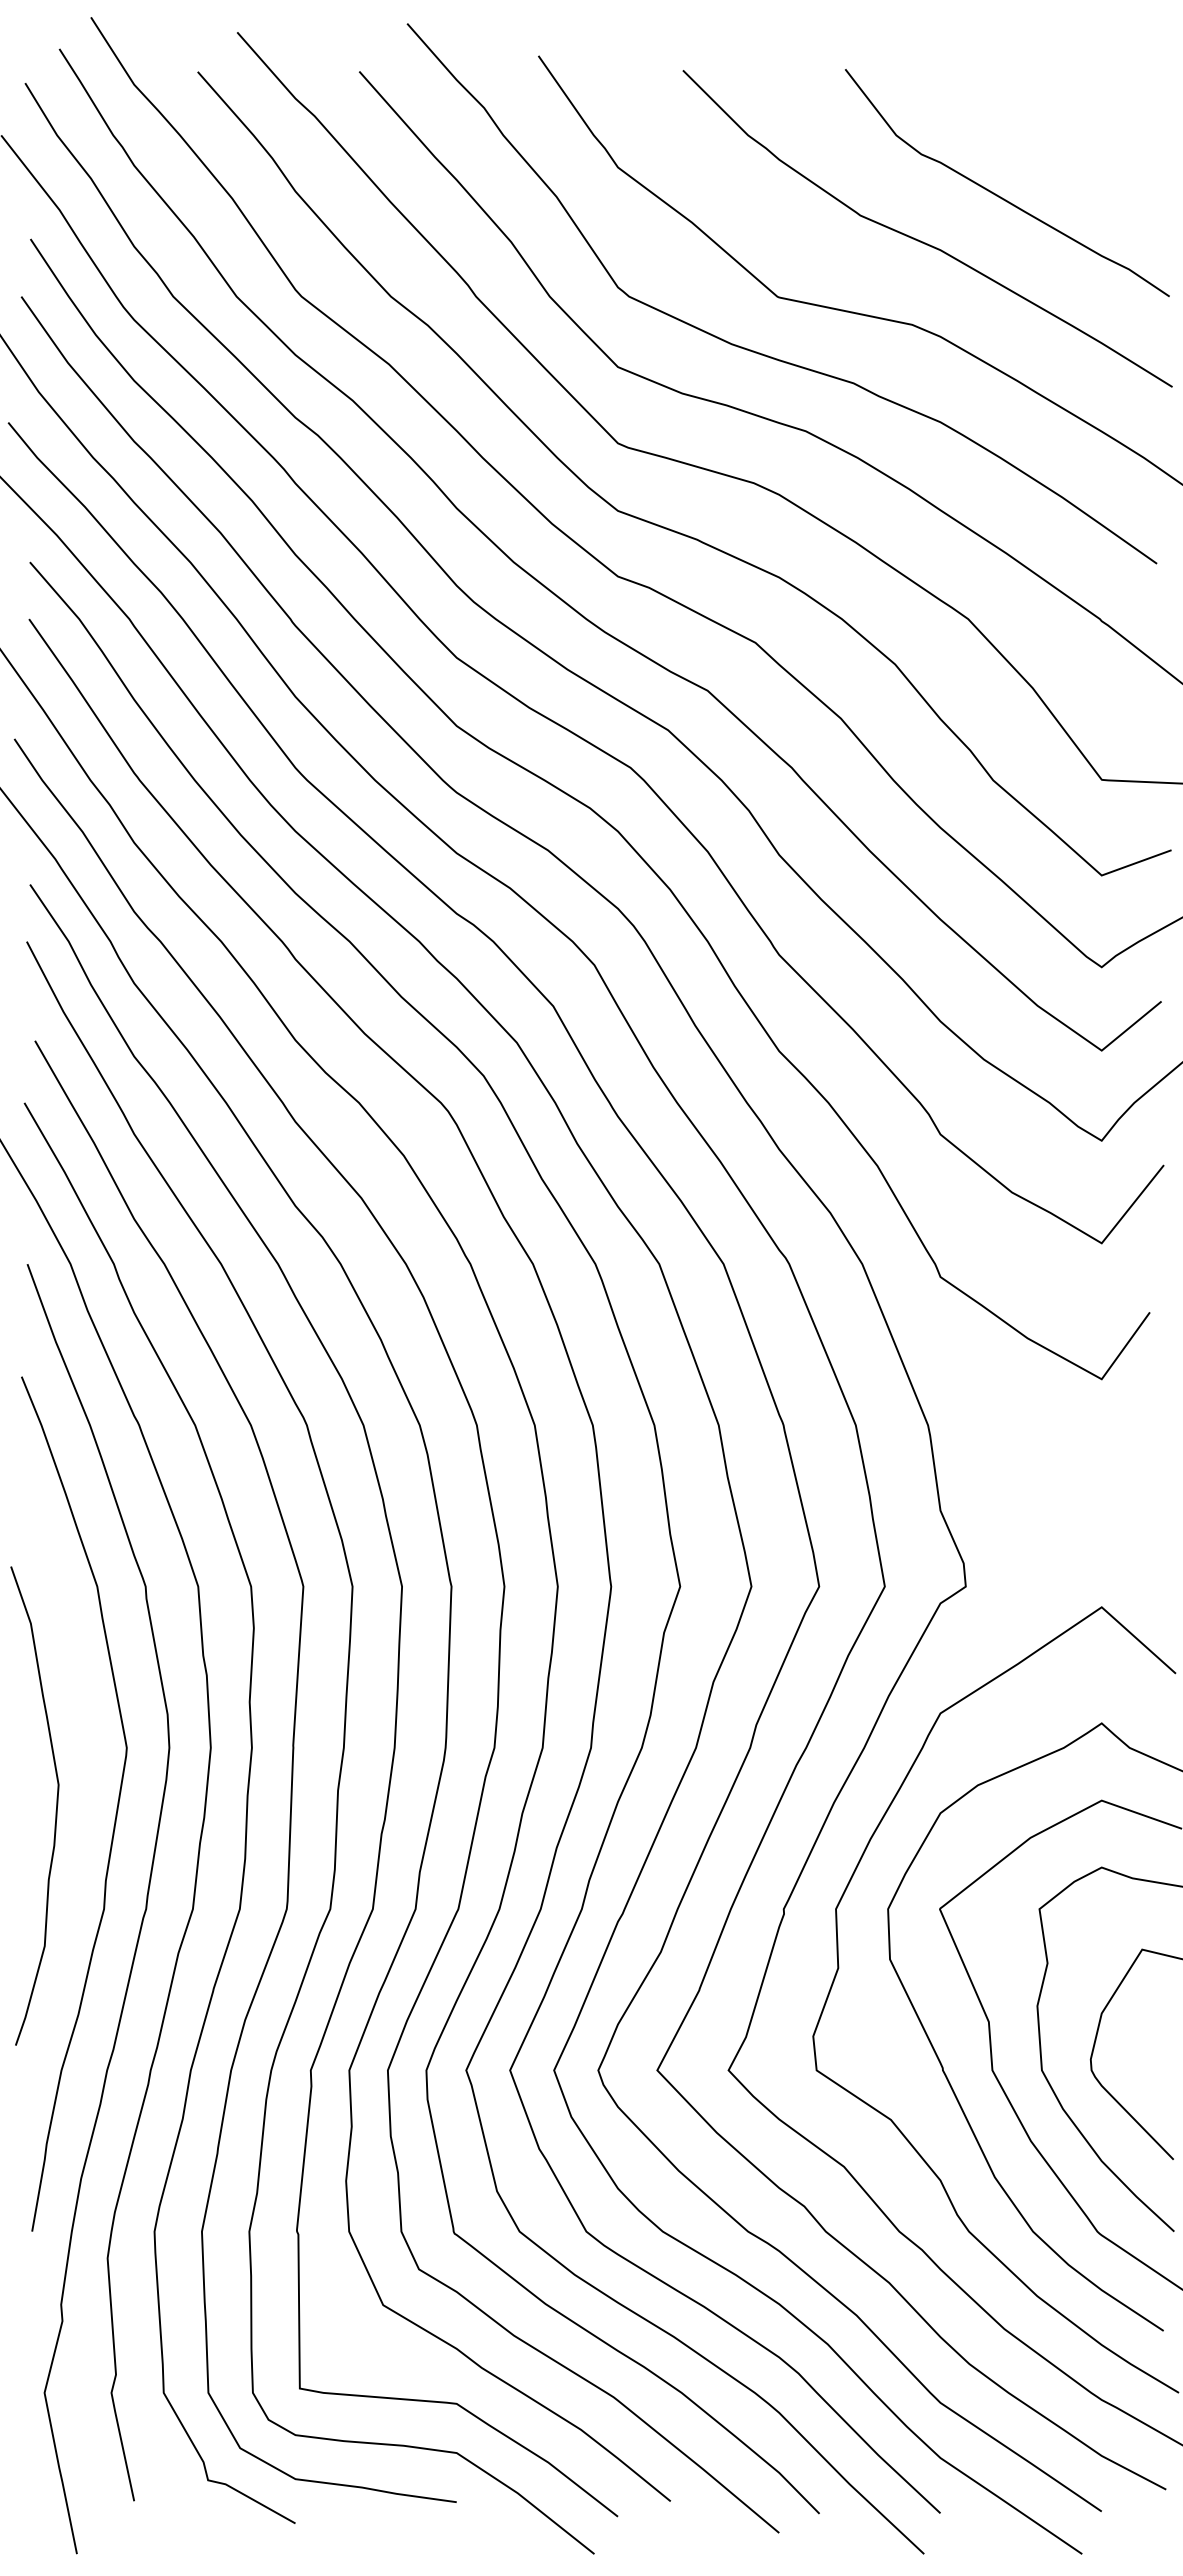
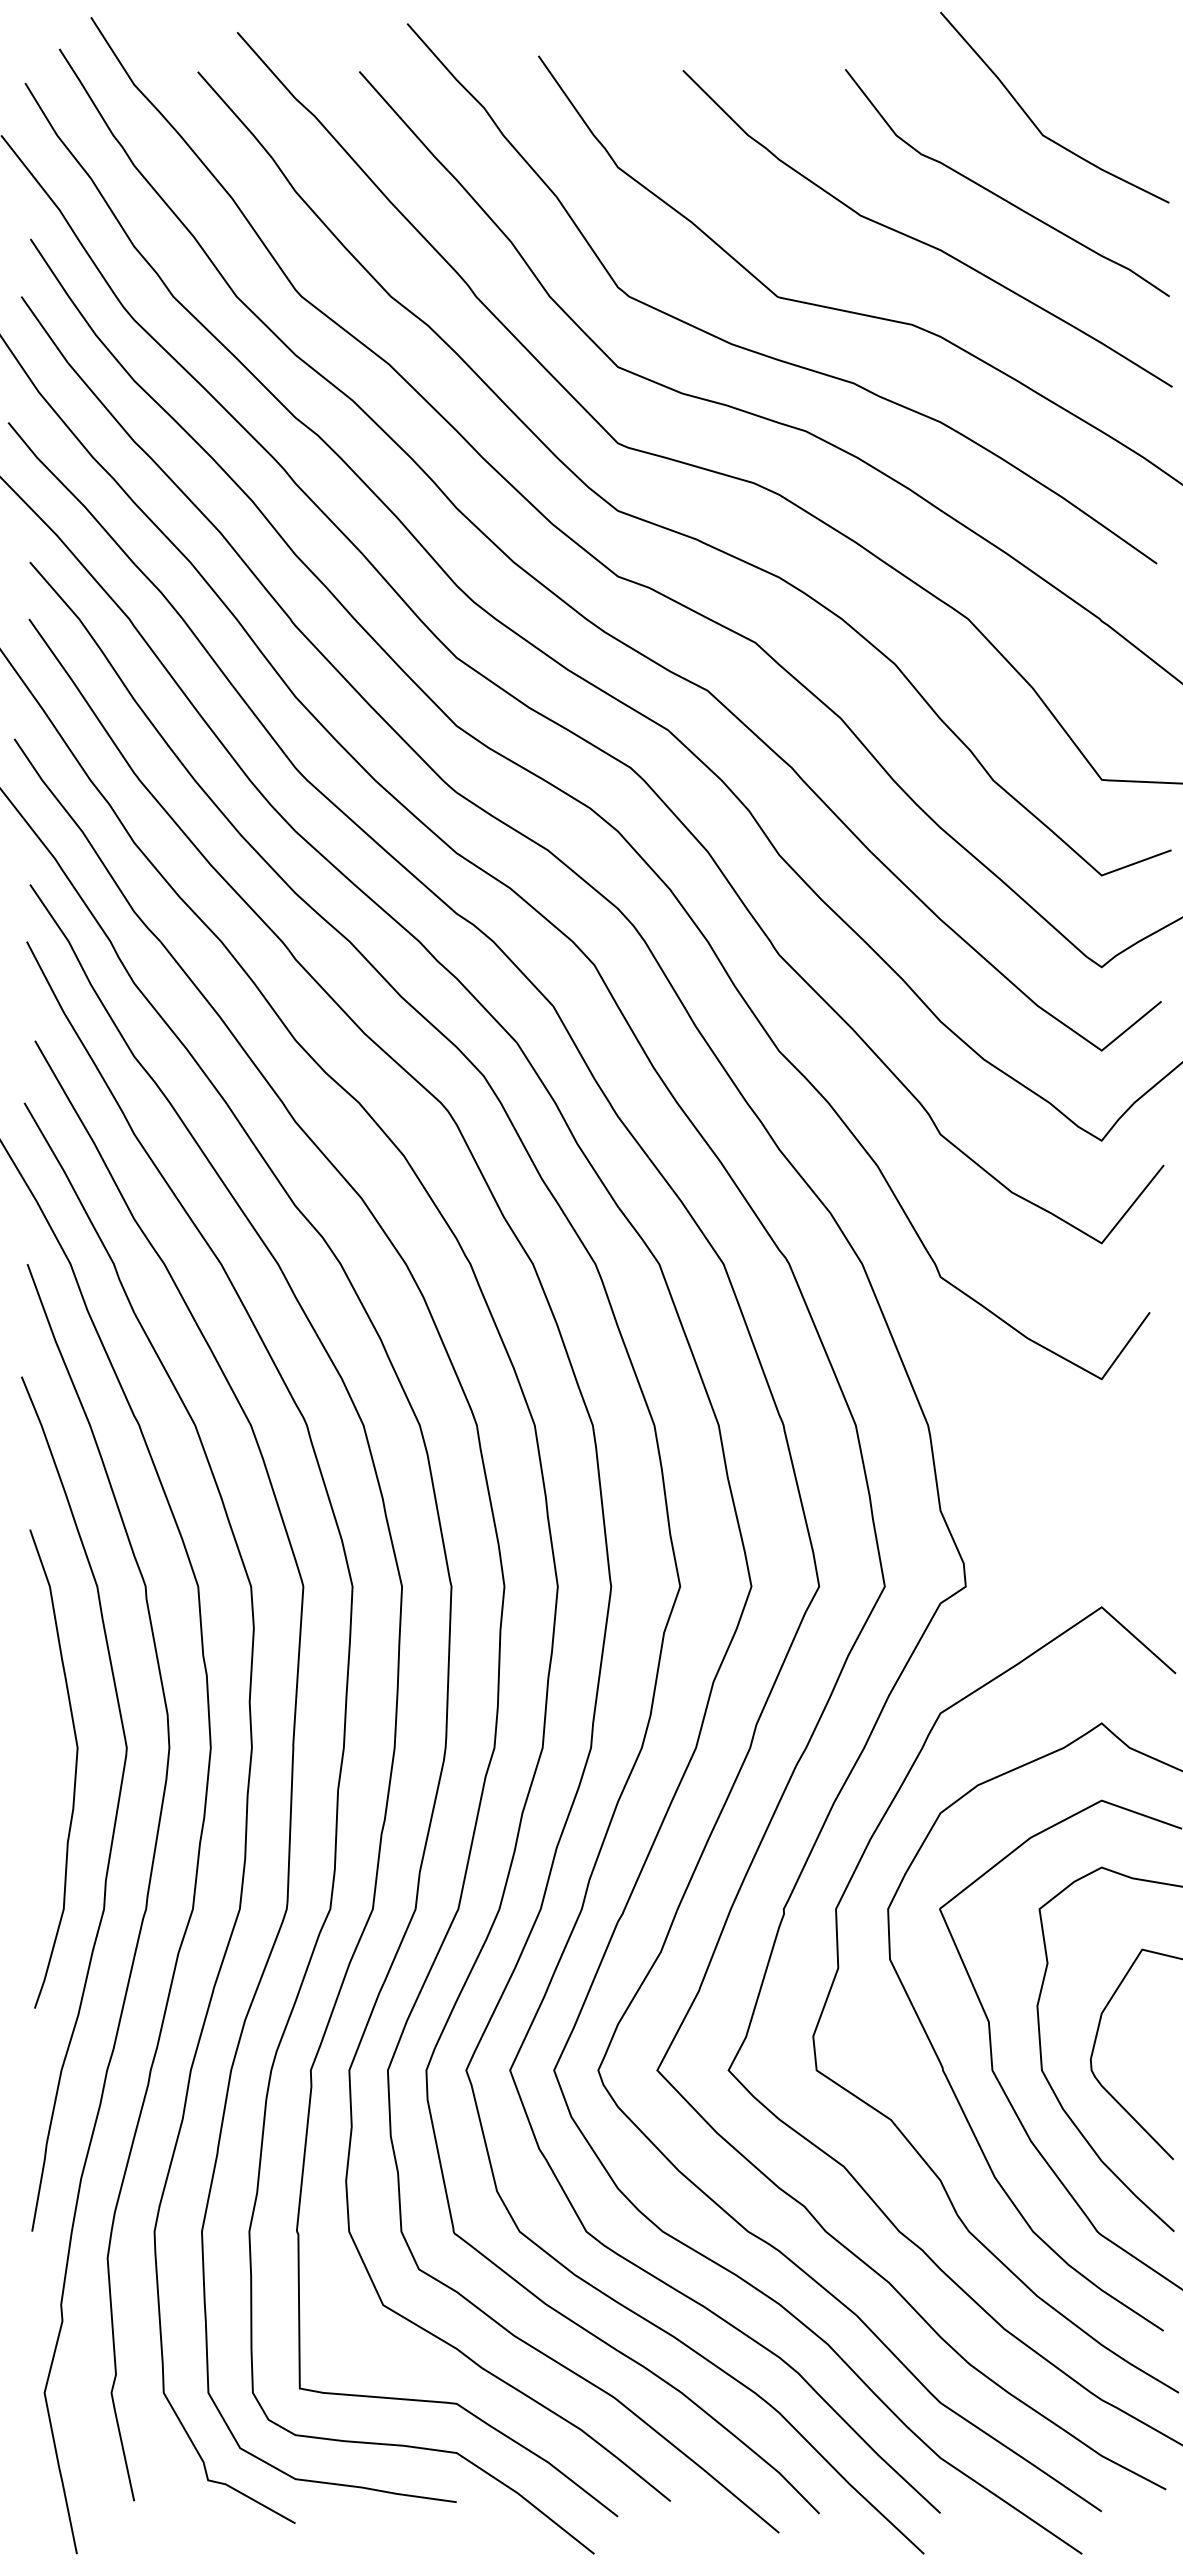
curve at (1033, 121): none -> present
curve at (55, 1810) position: (55, 1810) -> (74, 1773)
